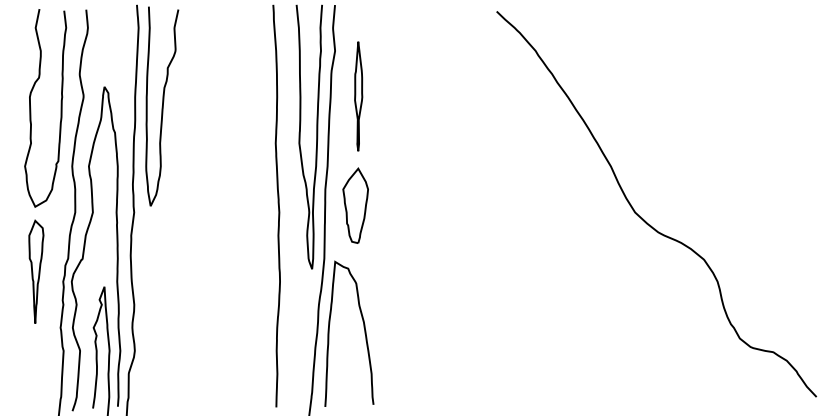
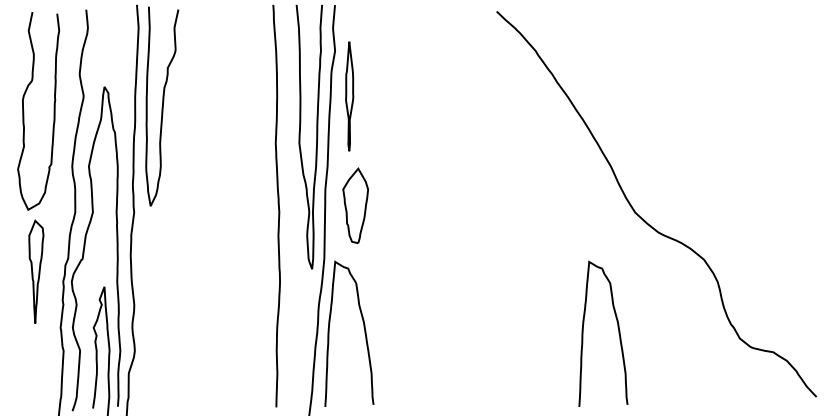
part at (358, 96) position: (358, 96) -> (349, 96)
curve at (31, 108) position: (31, 108) -> (24, 111)
curve at (618, 333): none -> present
